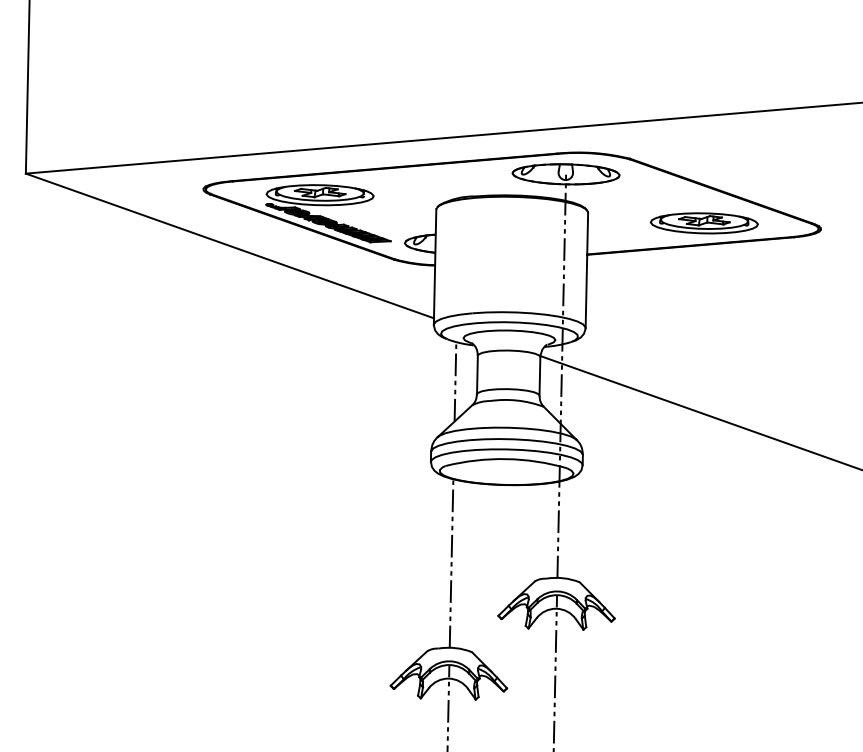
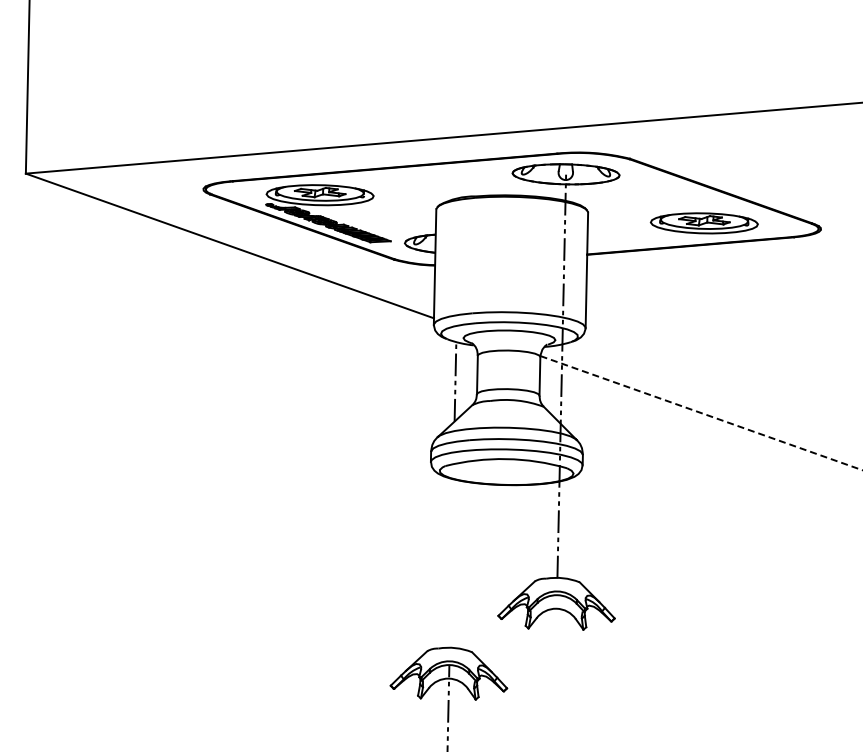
line at (701, 413): solid -> dashed
line at (451, 563): present -> none
line at (555, 671): present -> none
